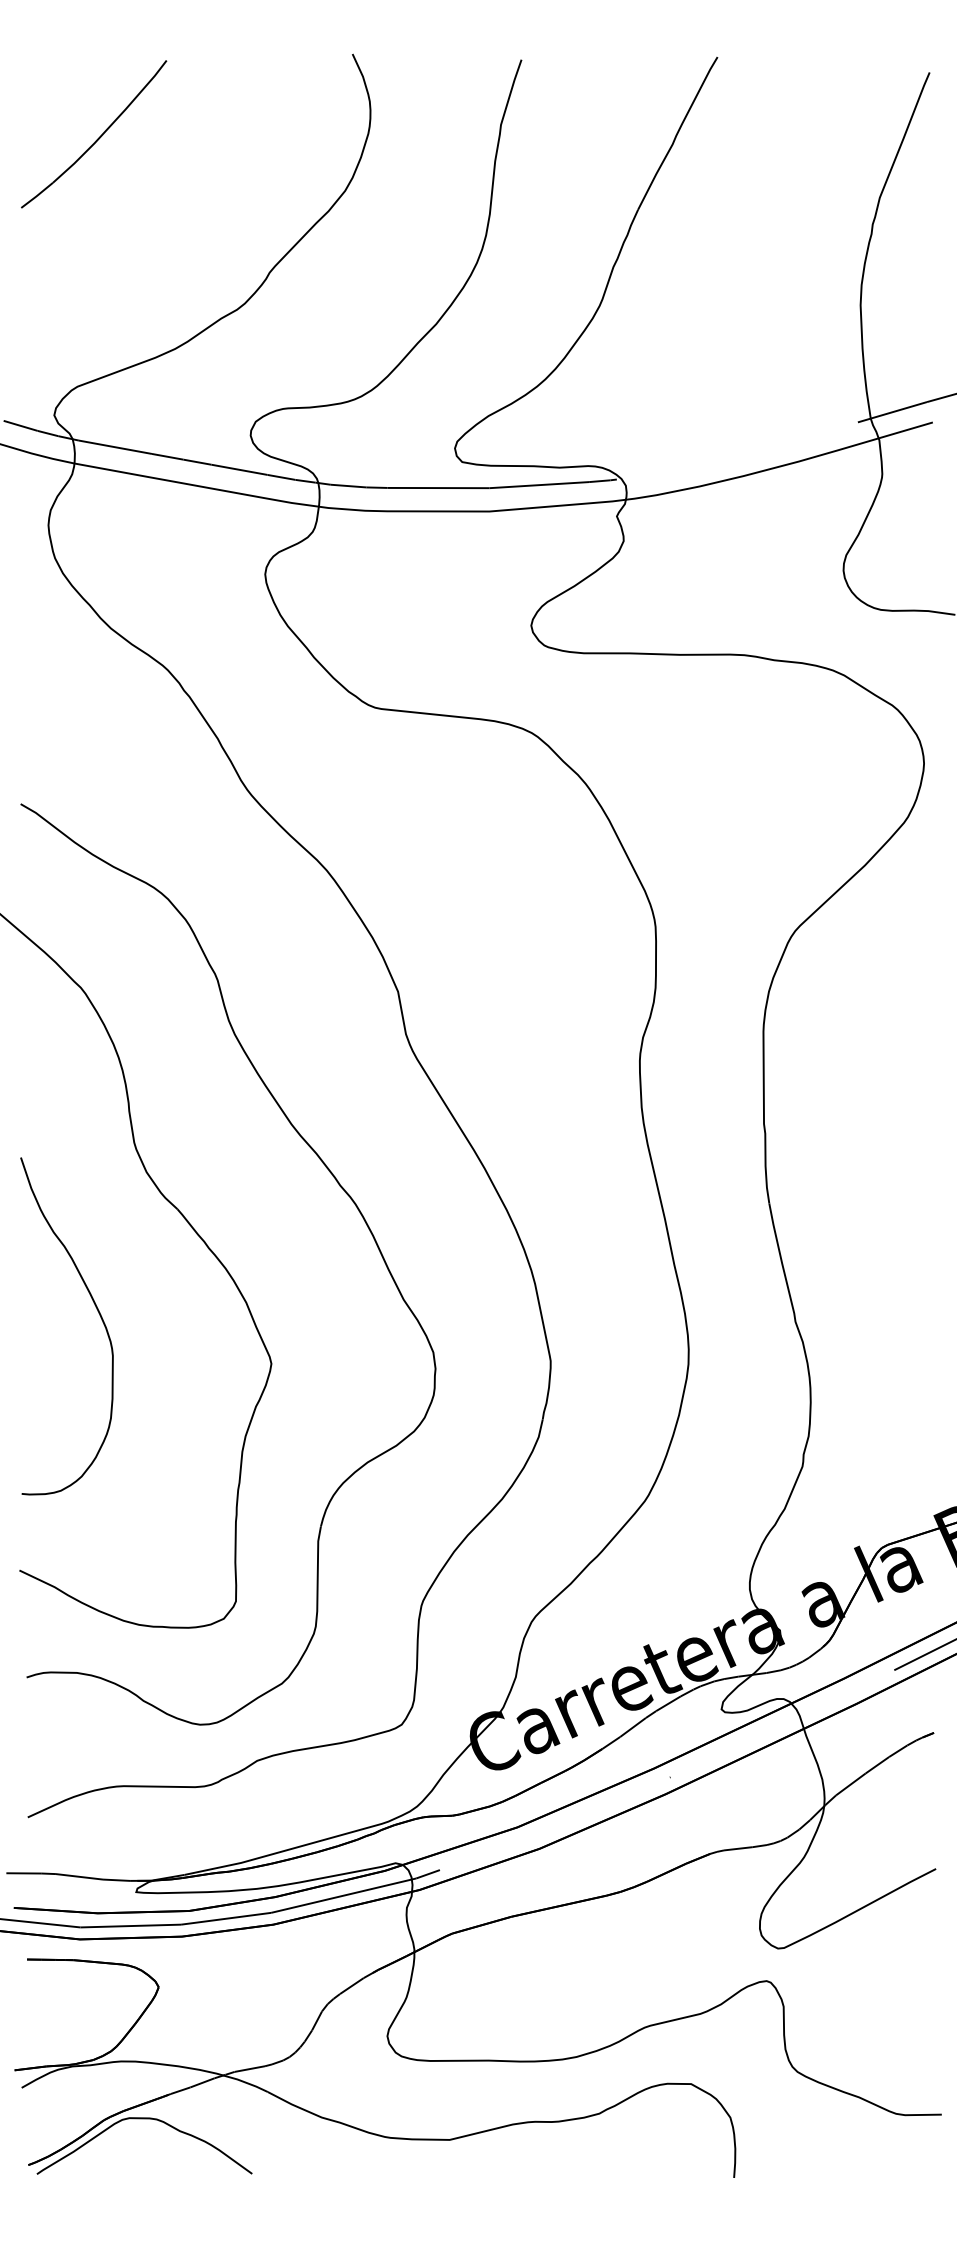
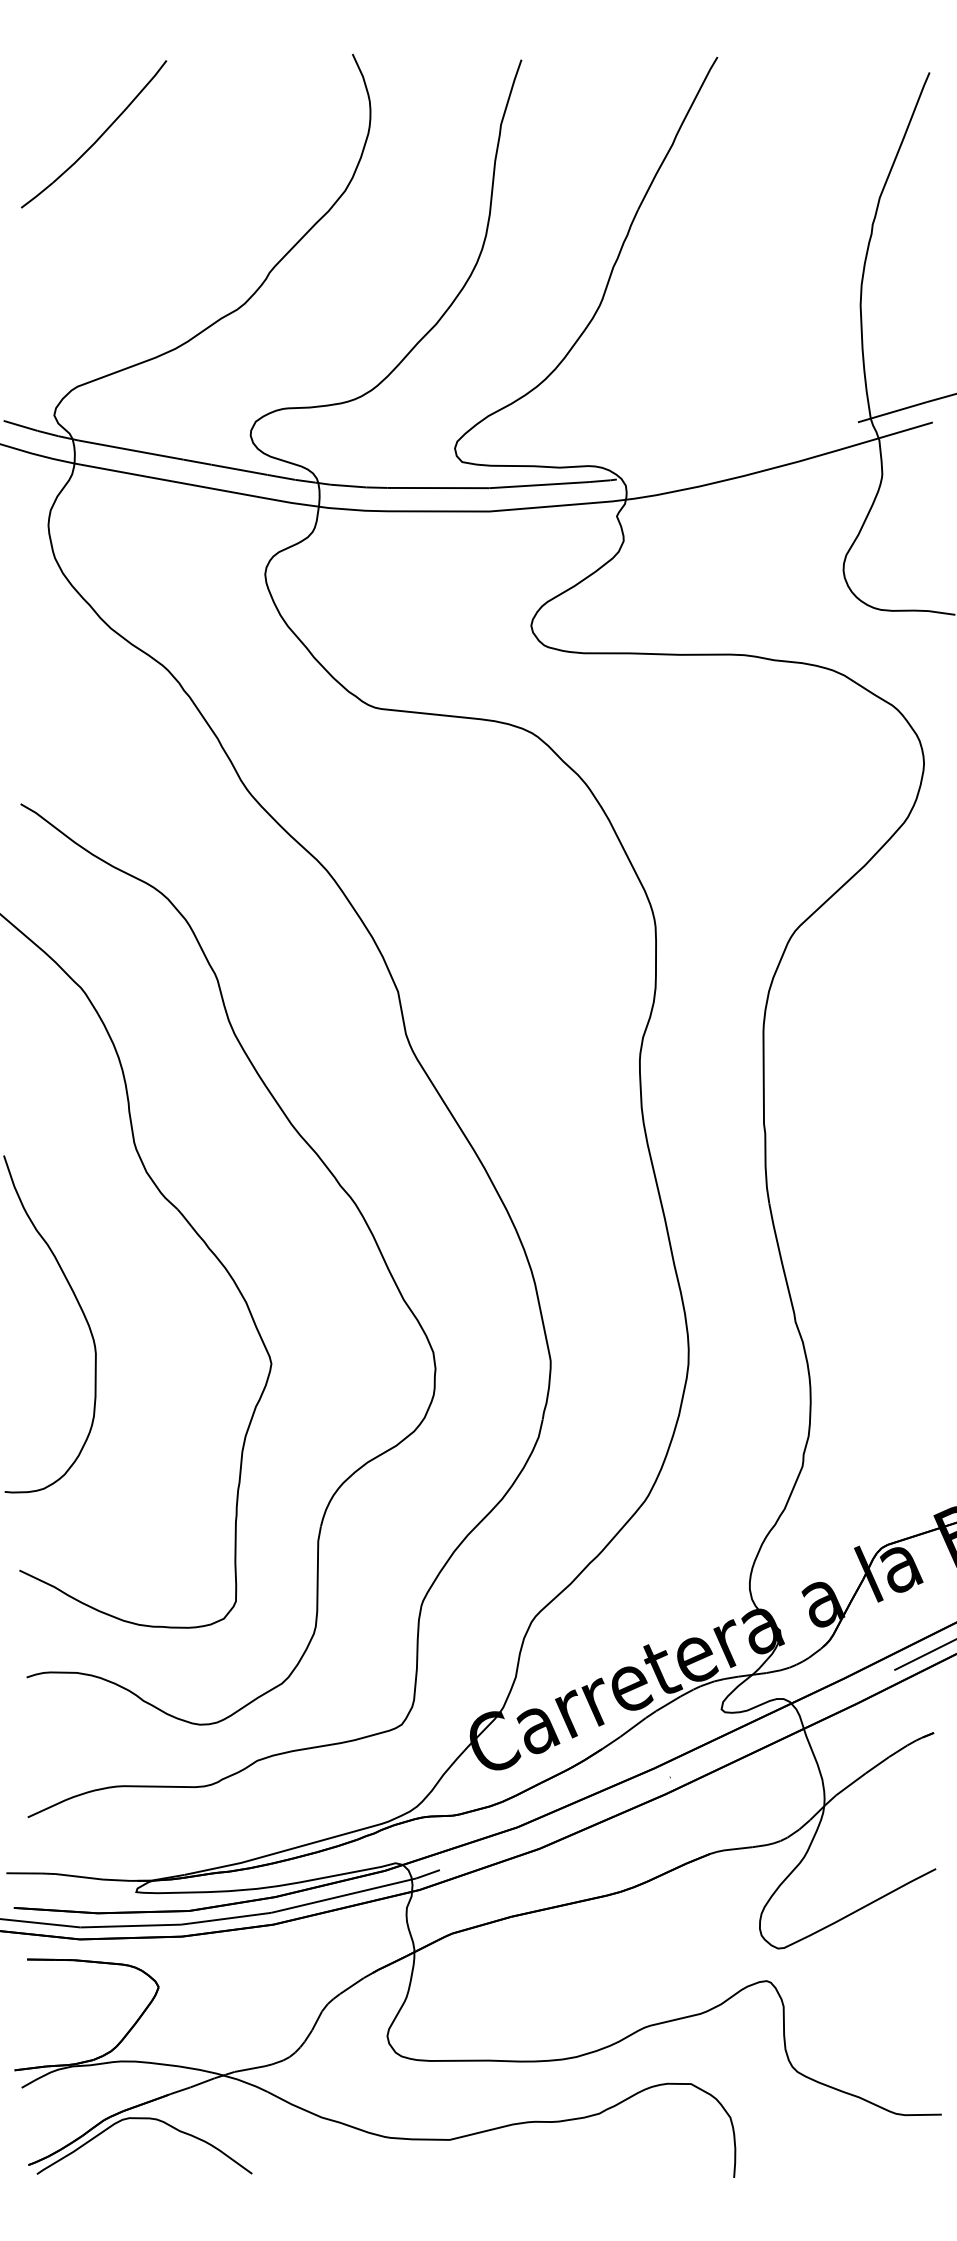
curve at (97, 1311) position: (97, 1311) -> (80, 1309)
